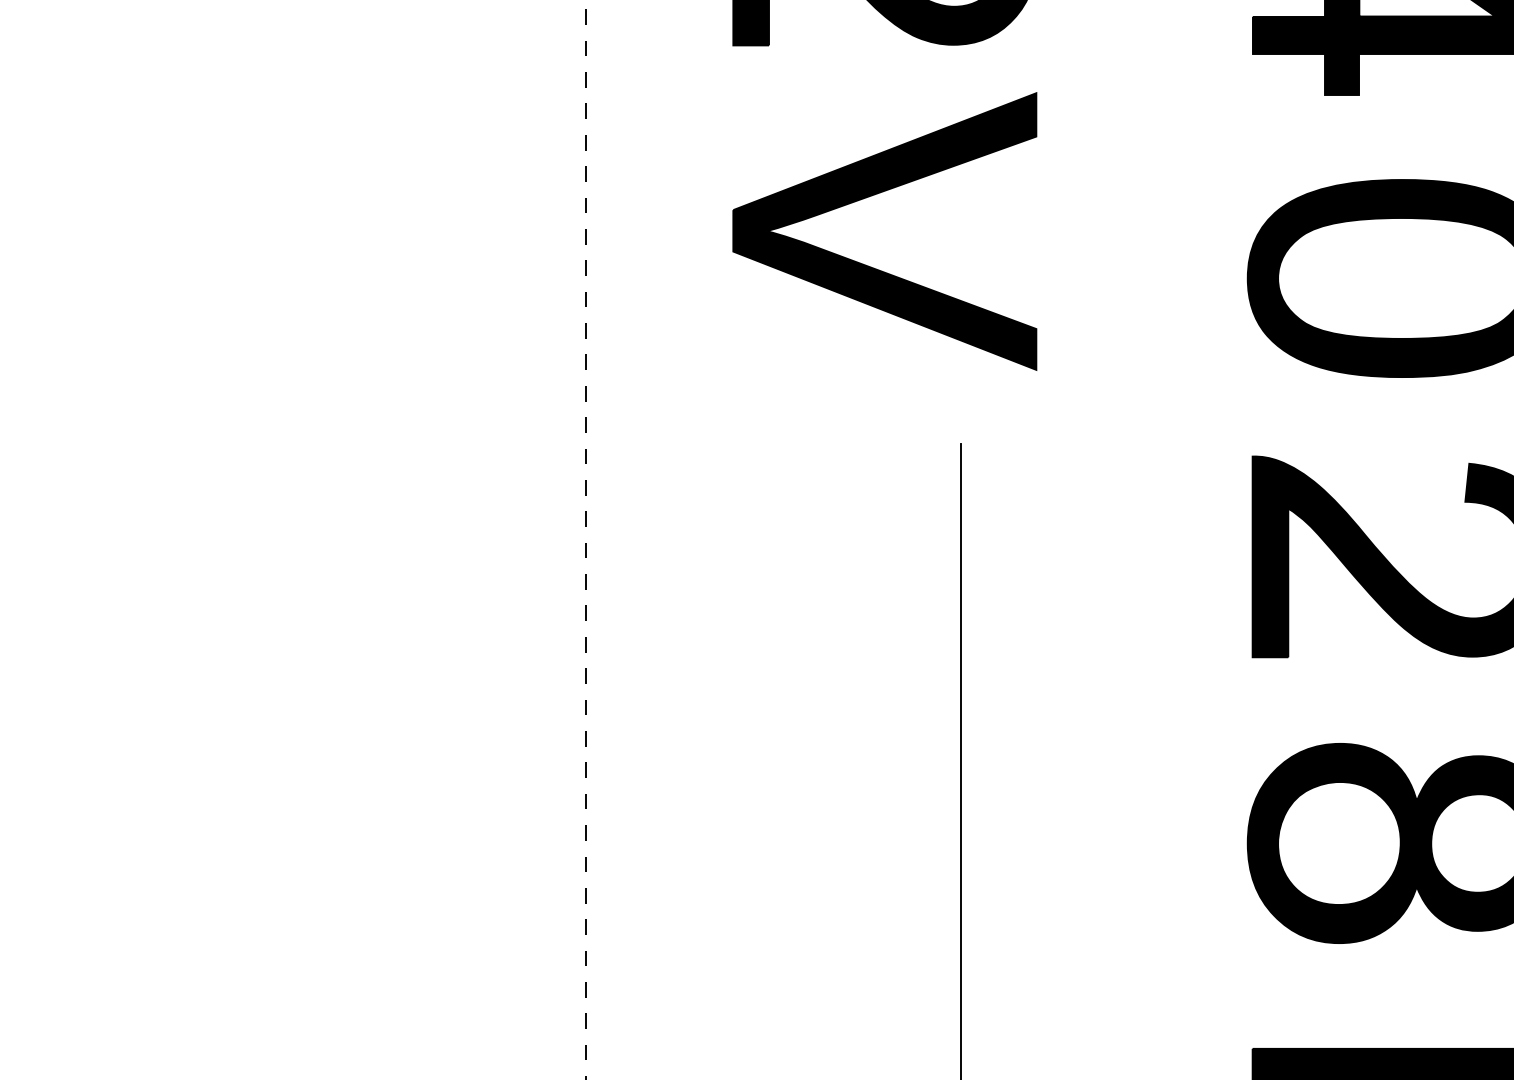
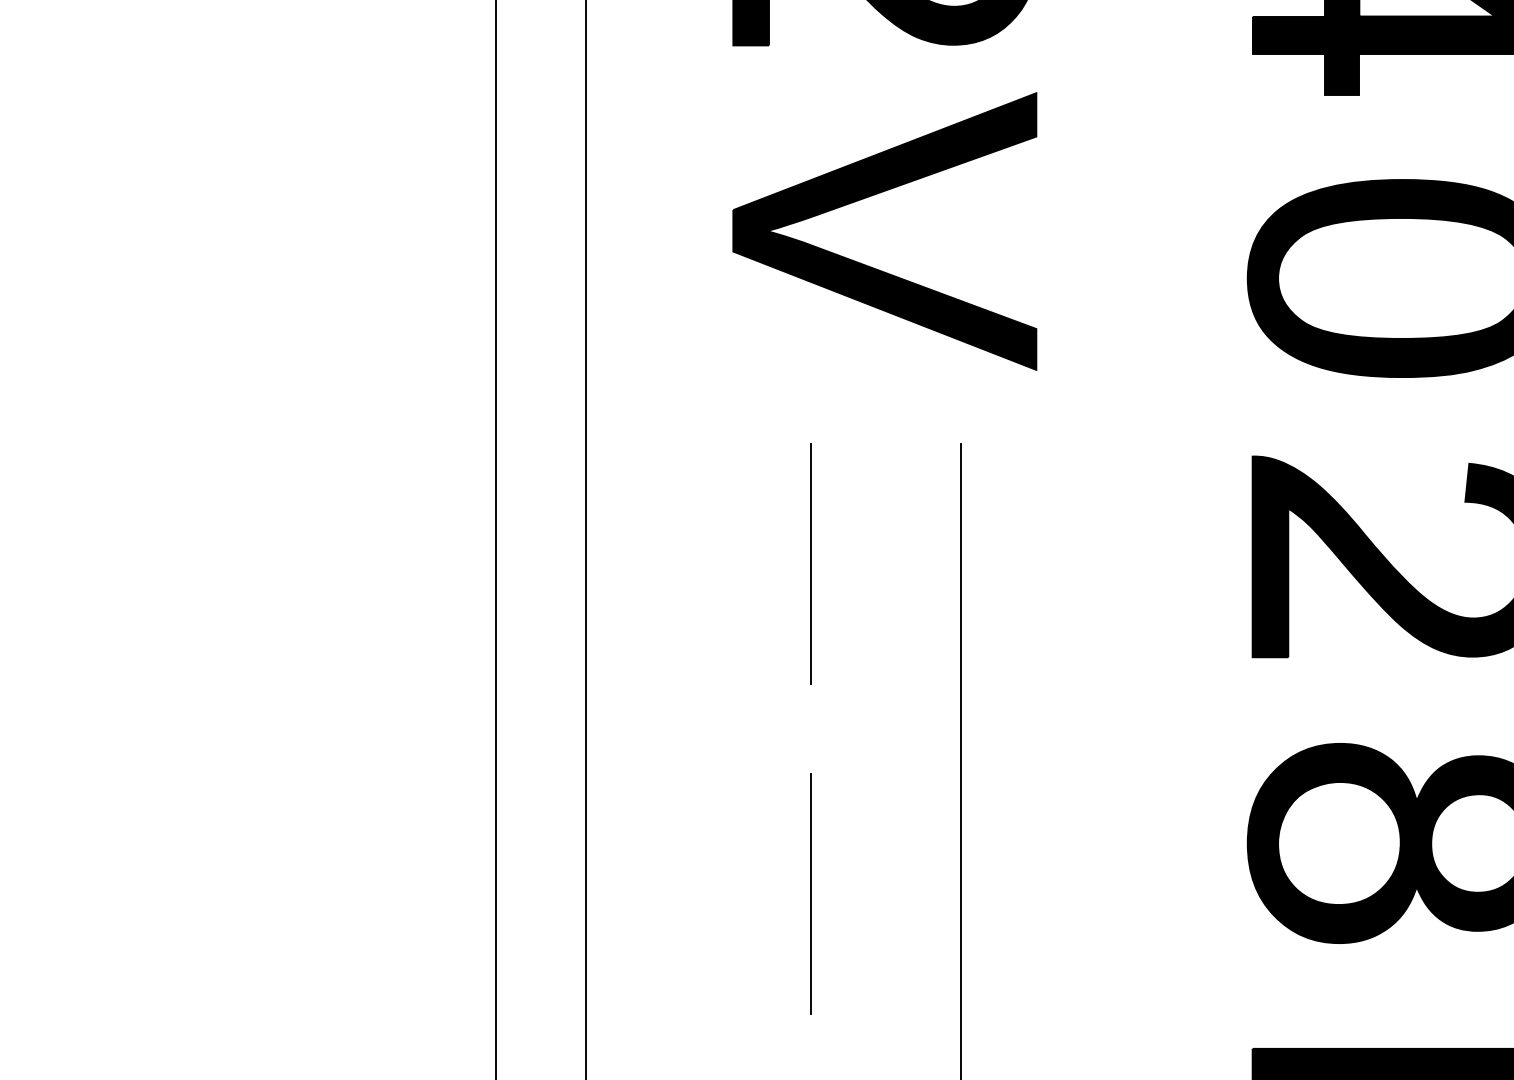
line at (495, 539): none -> present
line at (585, 540): dashed -> solid
line at (810, 564): none -> present
line at (810, 893): none -> present
